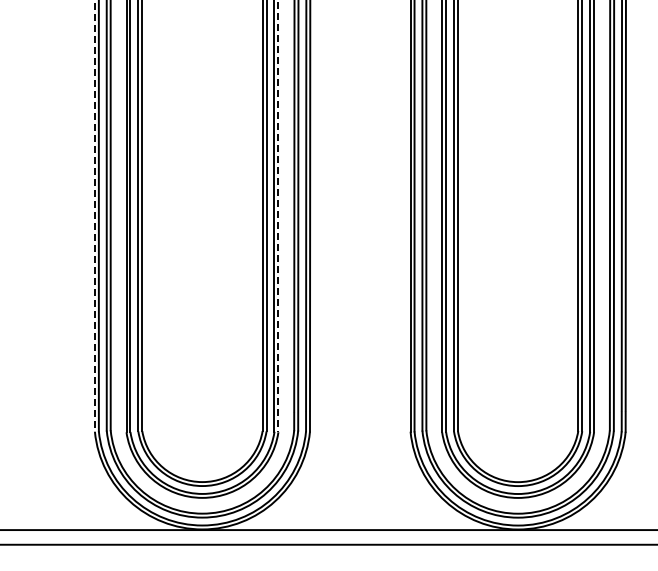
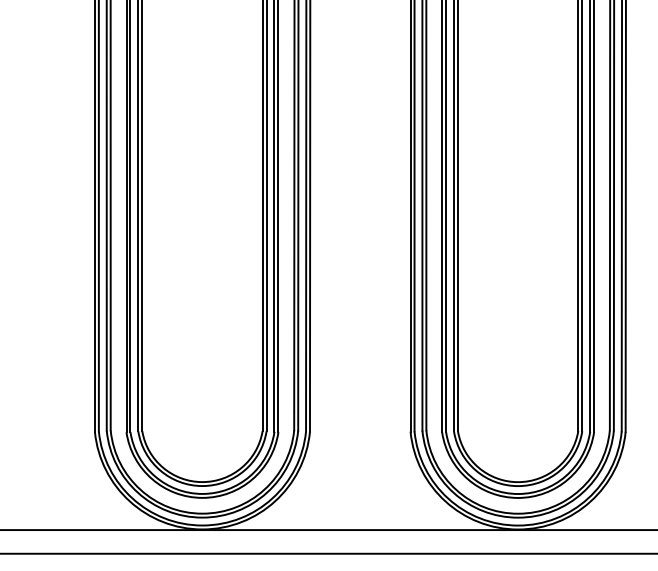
line at (94, 215): dashed -> solid
line at (278, 216): dashed -> solid
line at (328, 544) position: (328, 544) -> (328, 553)
